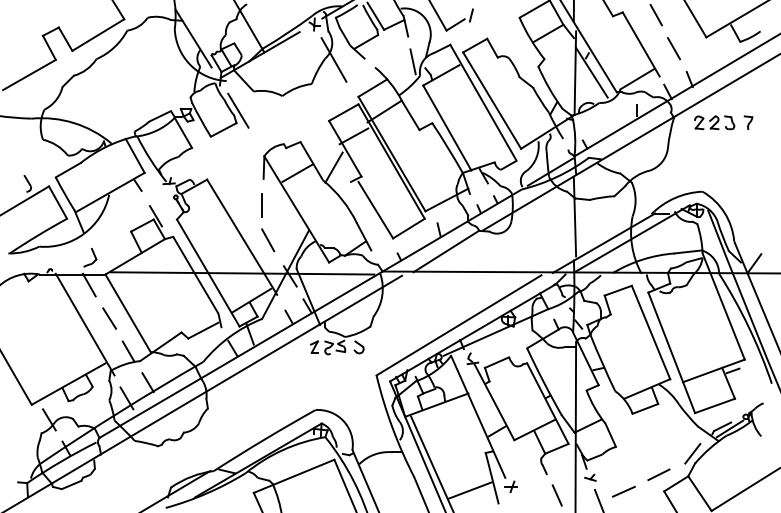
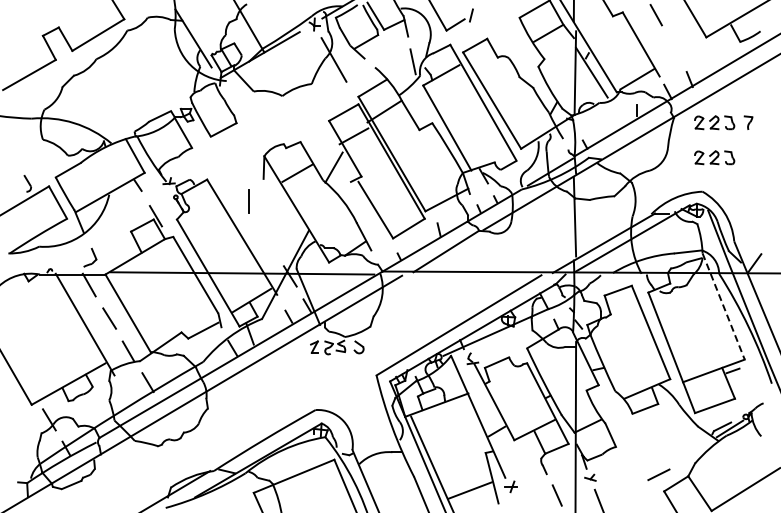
line at (673, 48): present -> none
line at (238, 110): present -> none
part at (714, 157): none -> present
line at (261, 205) position: (261, 205) -> (248, 201)
line at (268, 240): present -> none
line at (723, 307): solid -> dashed
line at (126, 398): present -> none
line at (692, 453): present -> none
line at (623, 491): present -> none
